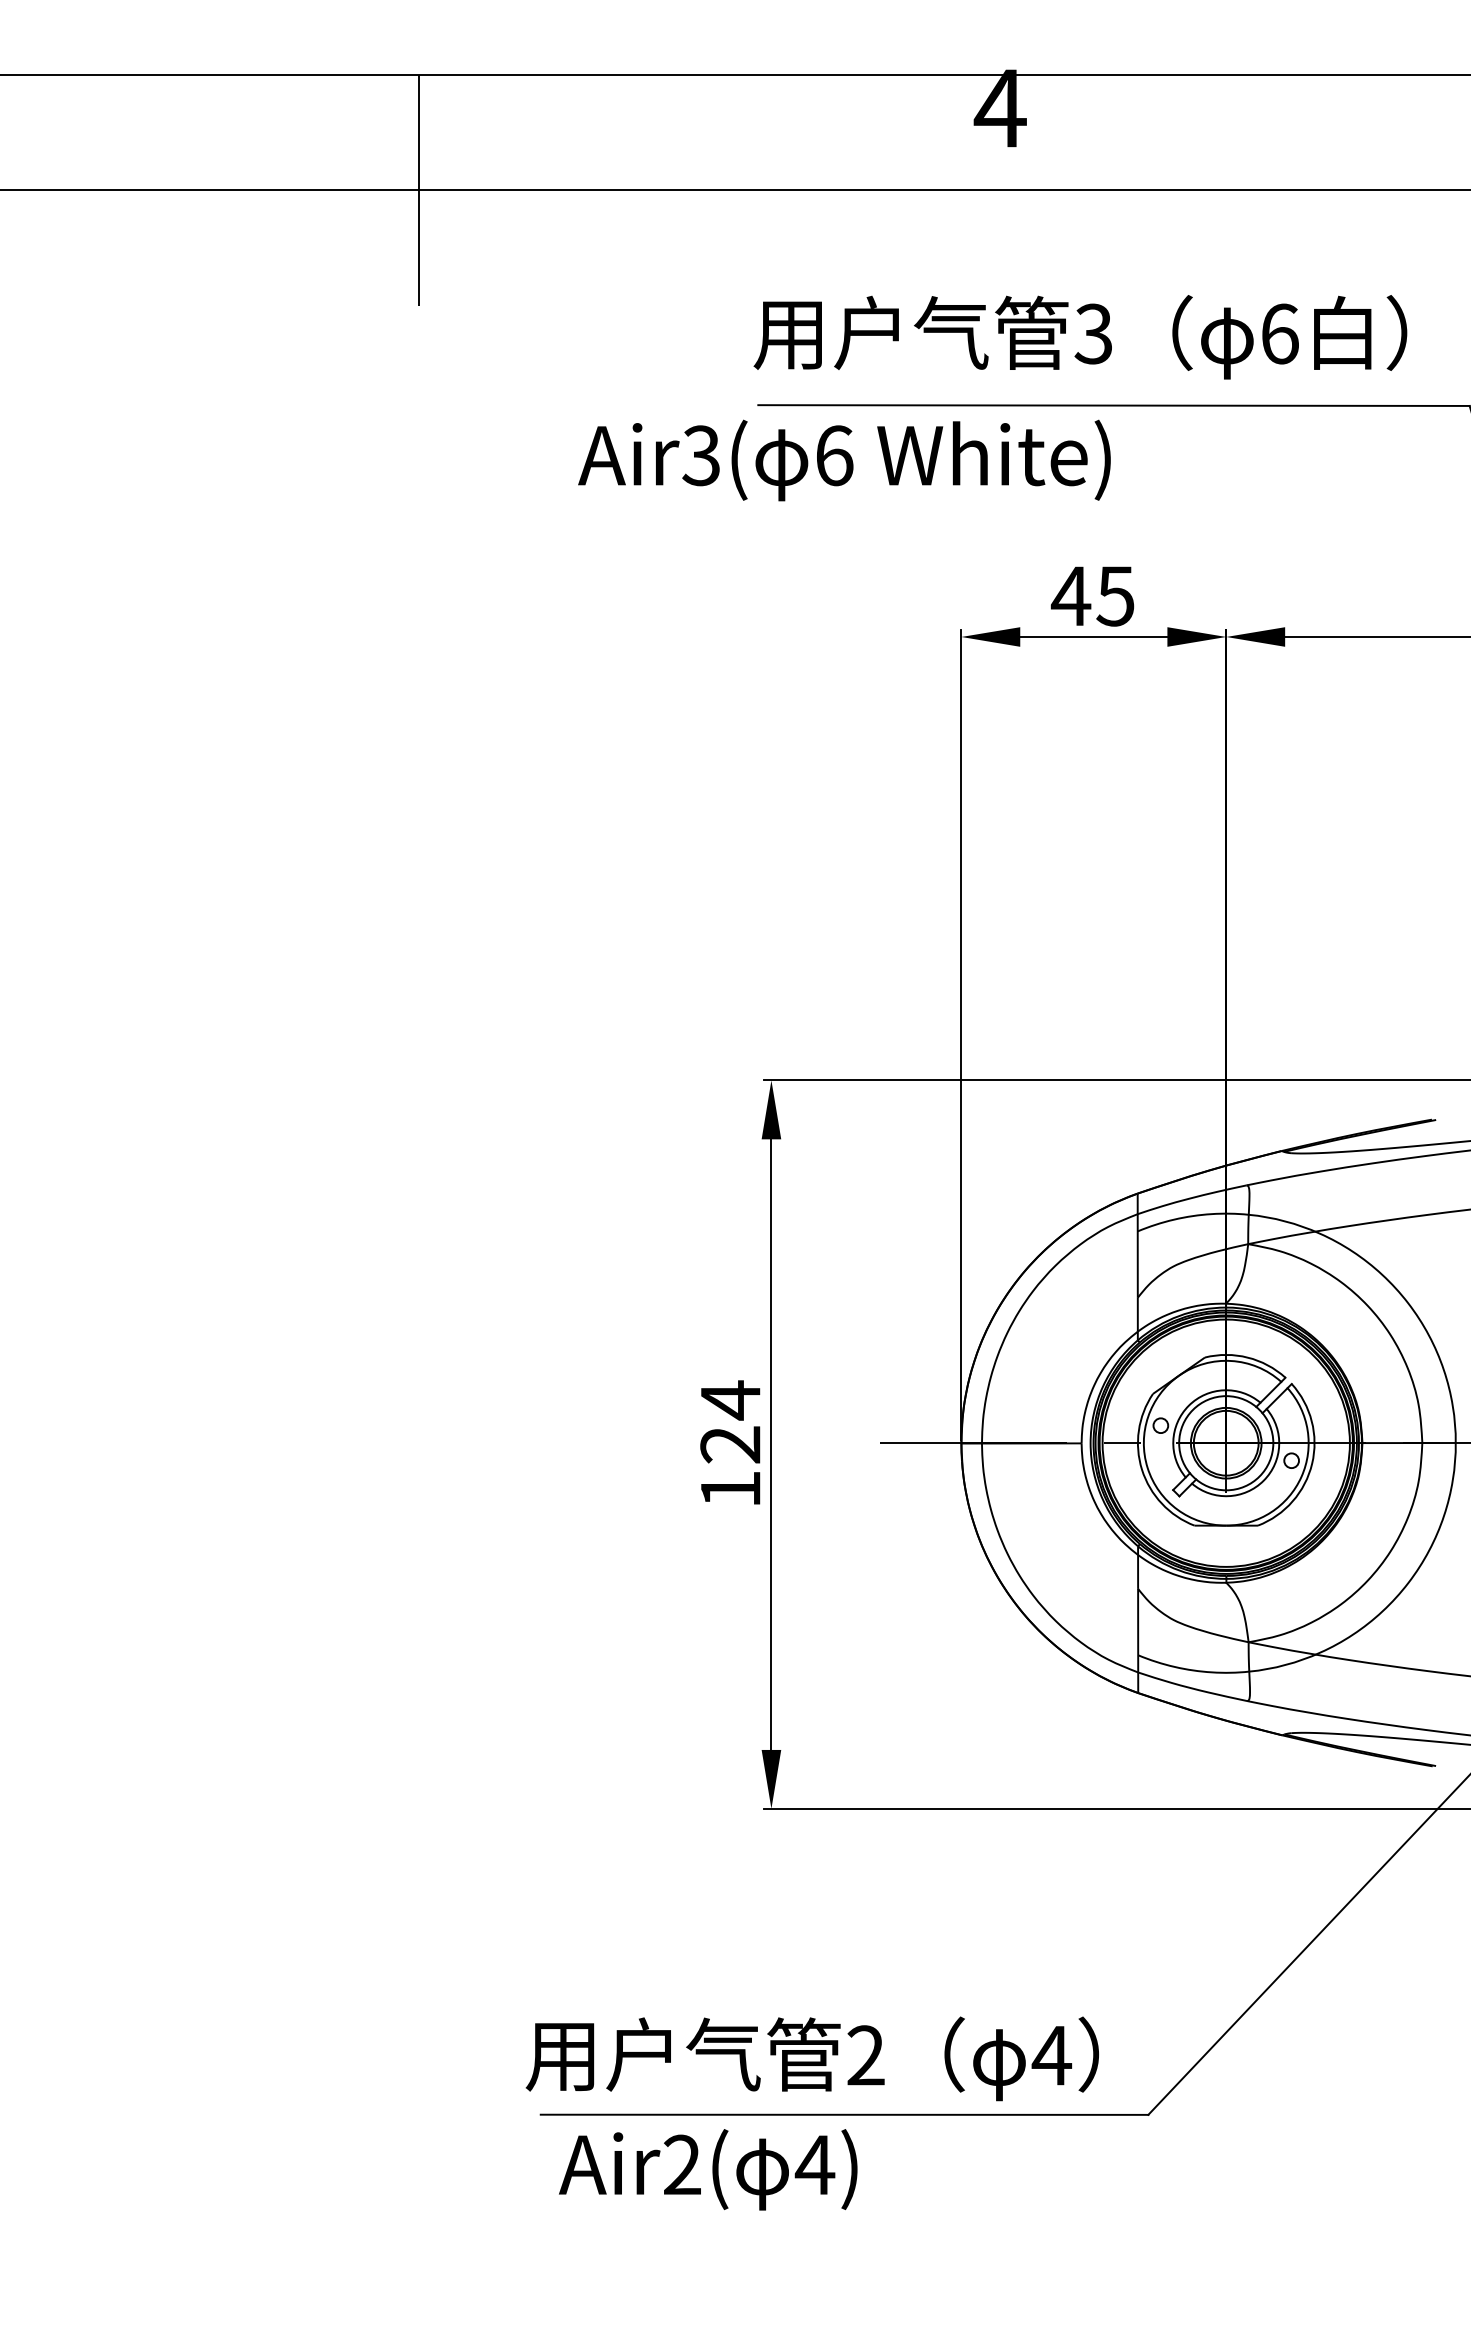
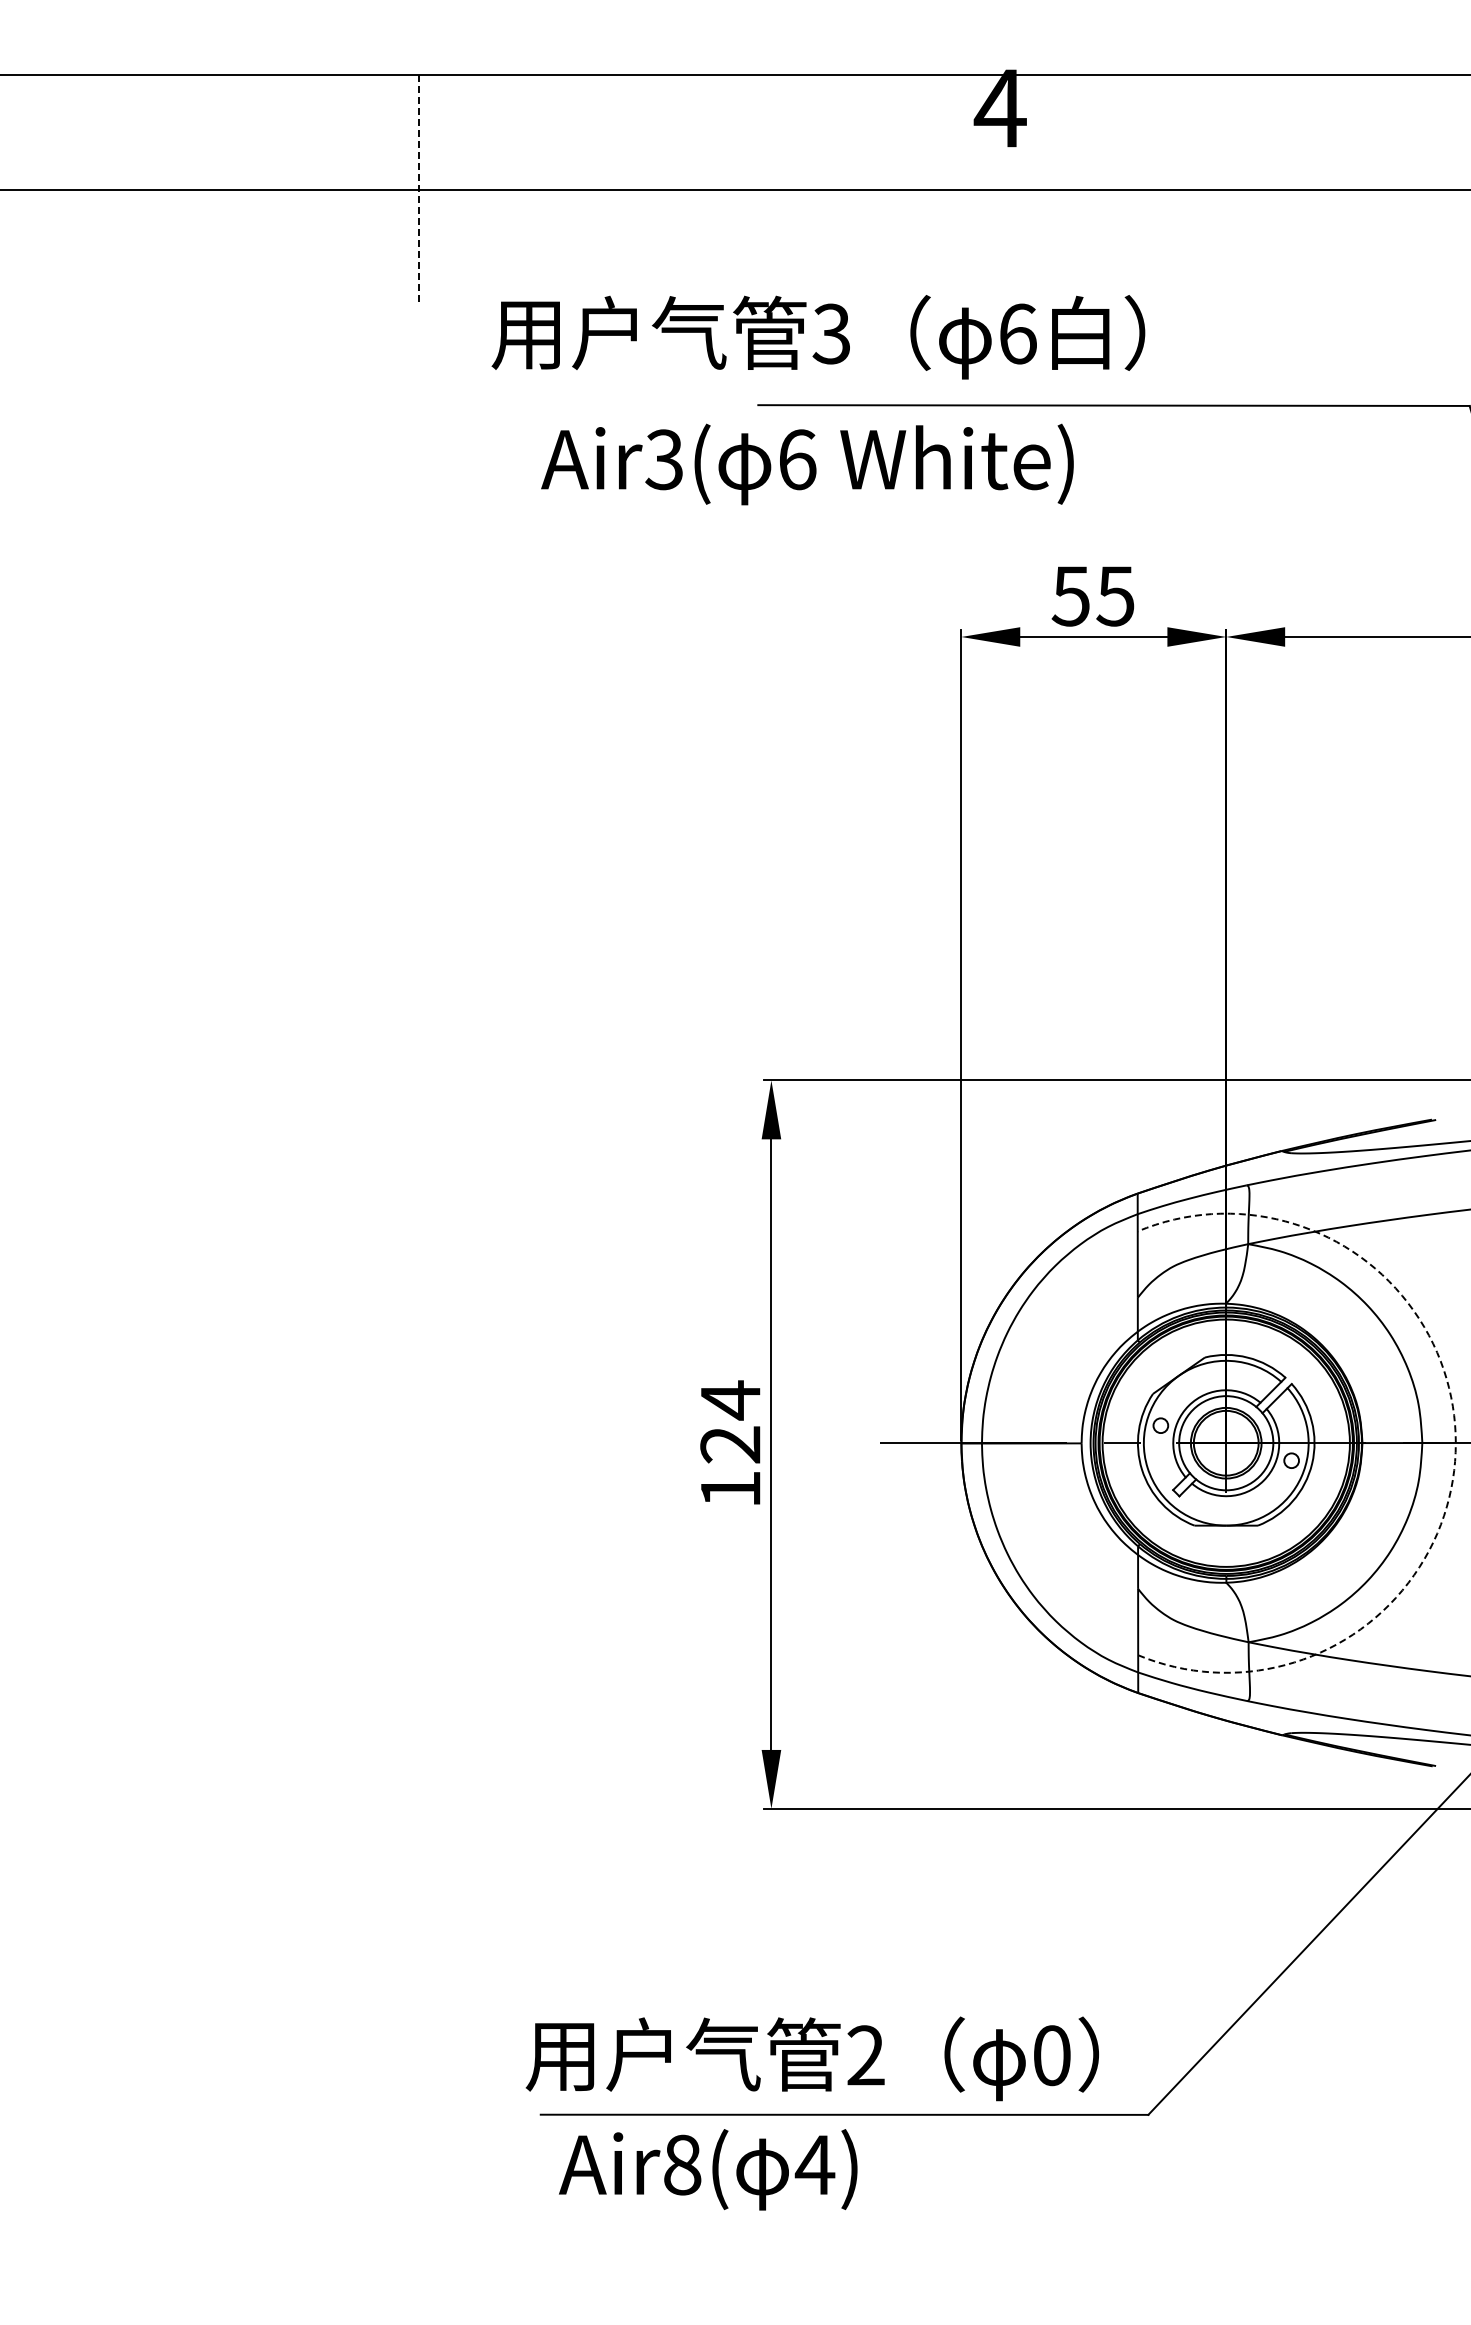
line at (419, 190): solid -> dashed
text at (1080, 337) position: (1080, 337) -> (818, 337)
text at (844, 460) position: (844, 460) -> (807, 464)
text at (1070, 596): 45 -> 55
arc at (1455, 1442): solid -> dashed
text at (1051, 2055): 4 -> 0
text at (682, 2164): Air2( -> Air8(
